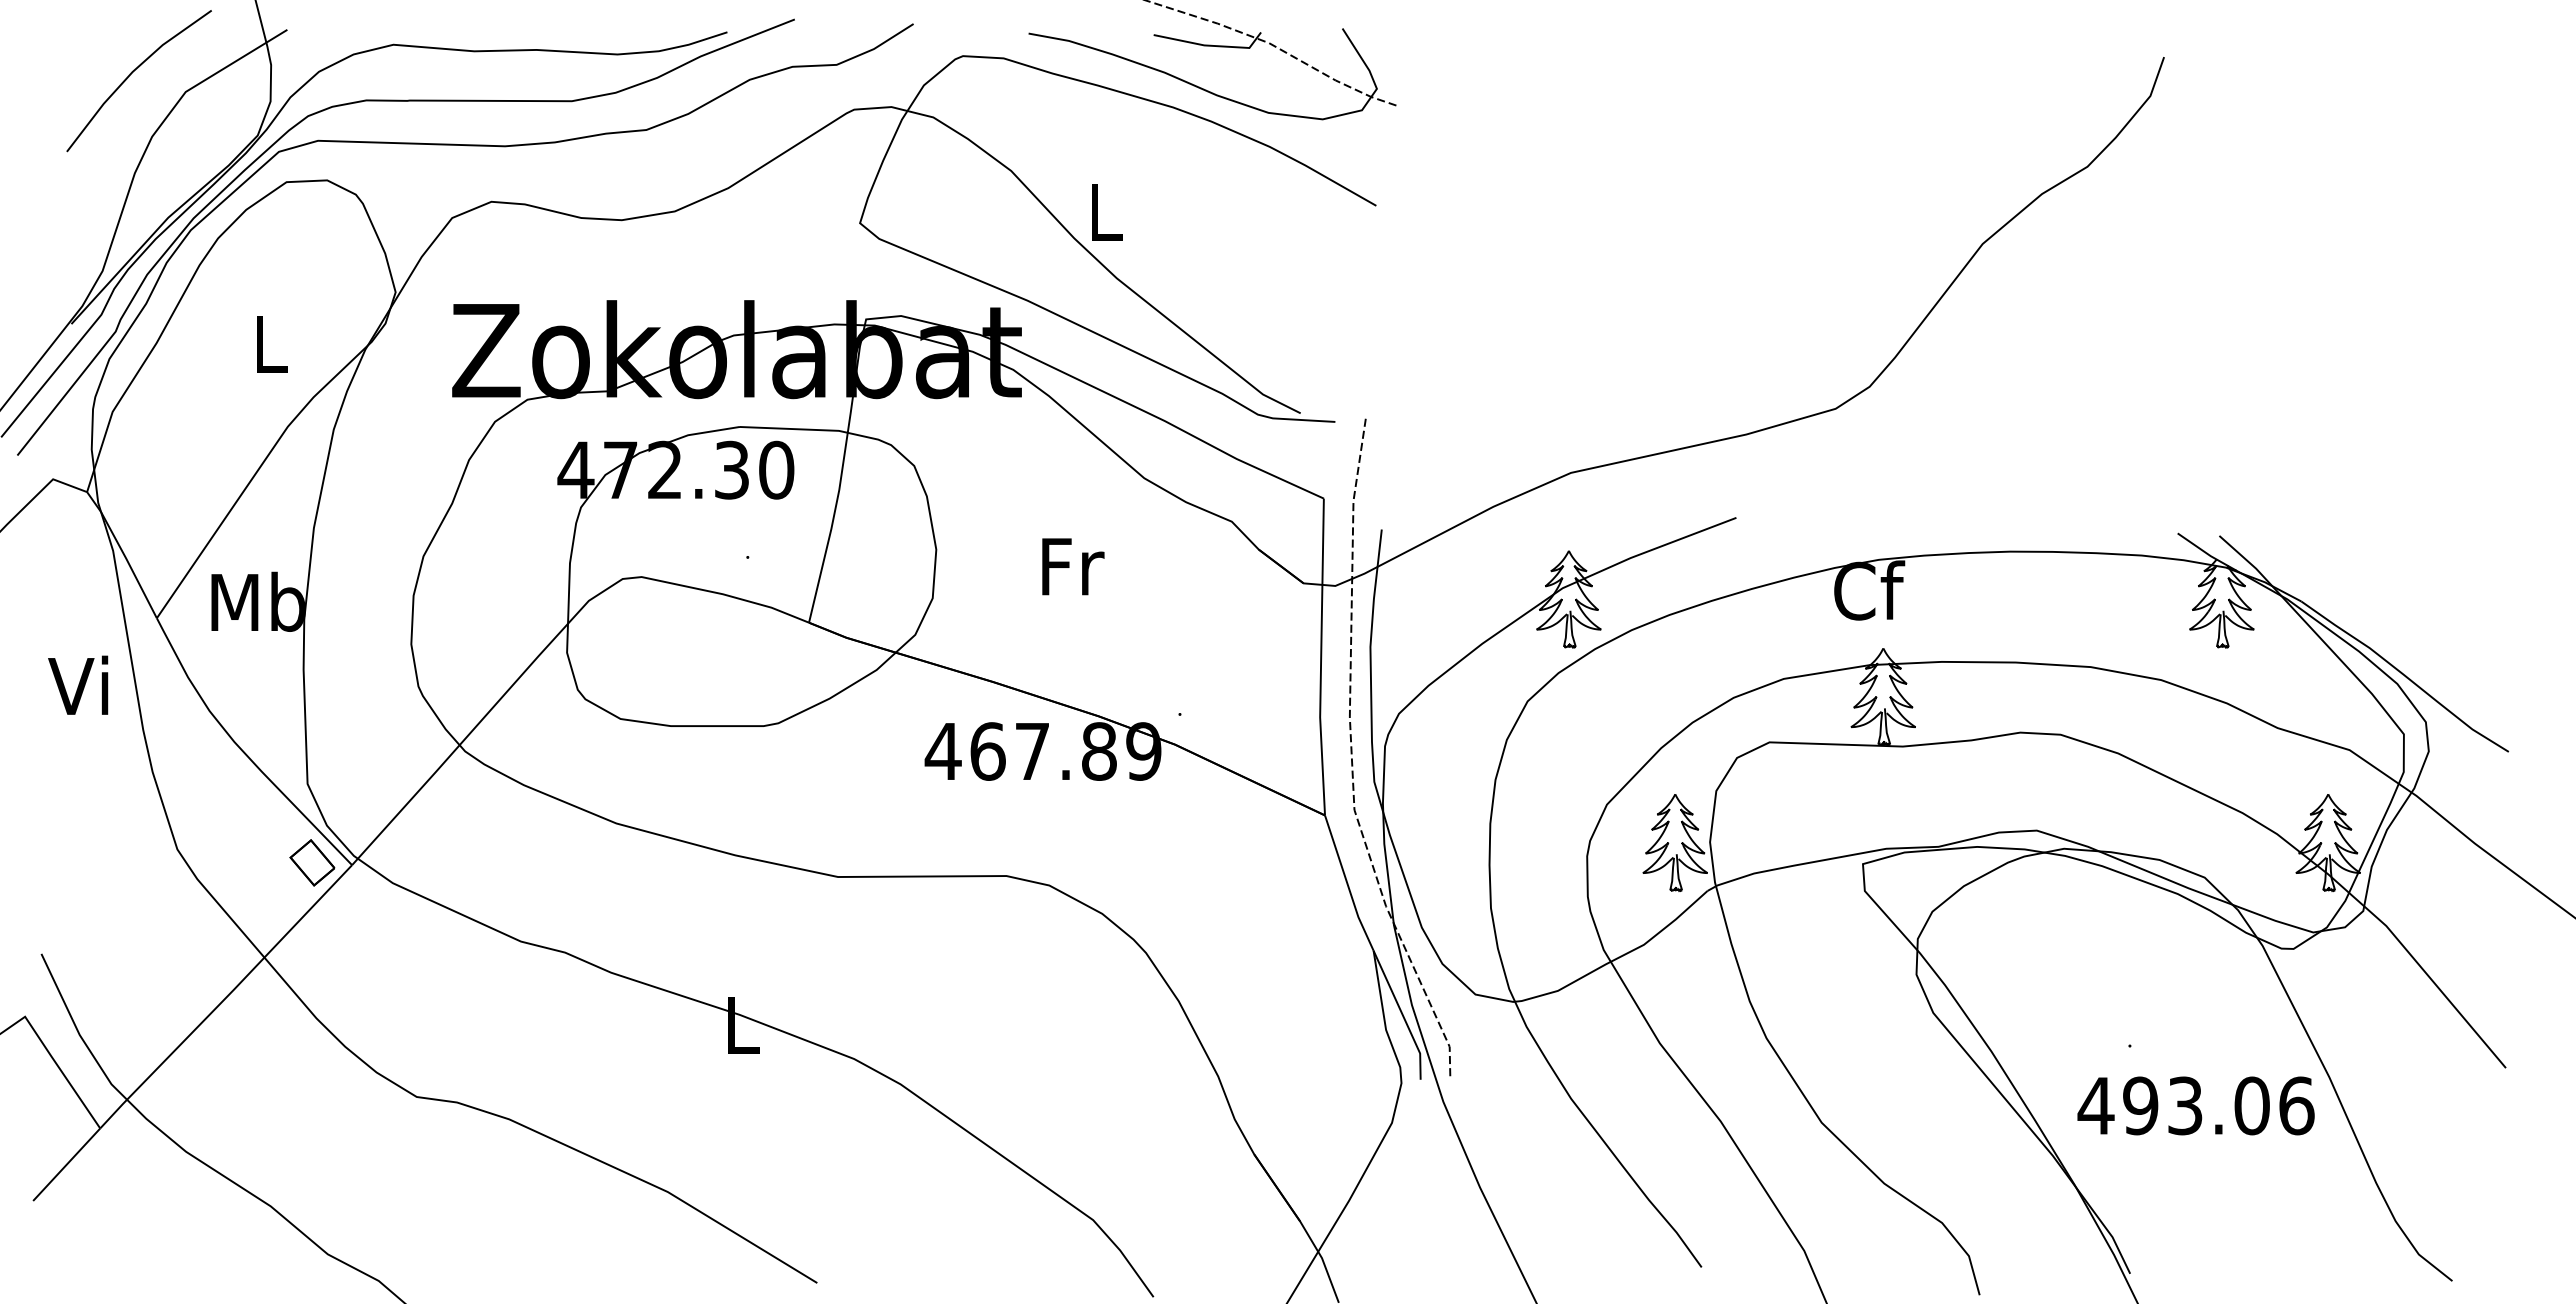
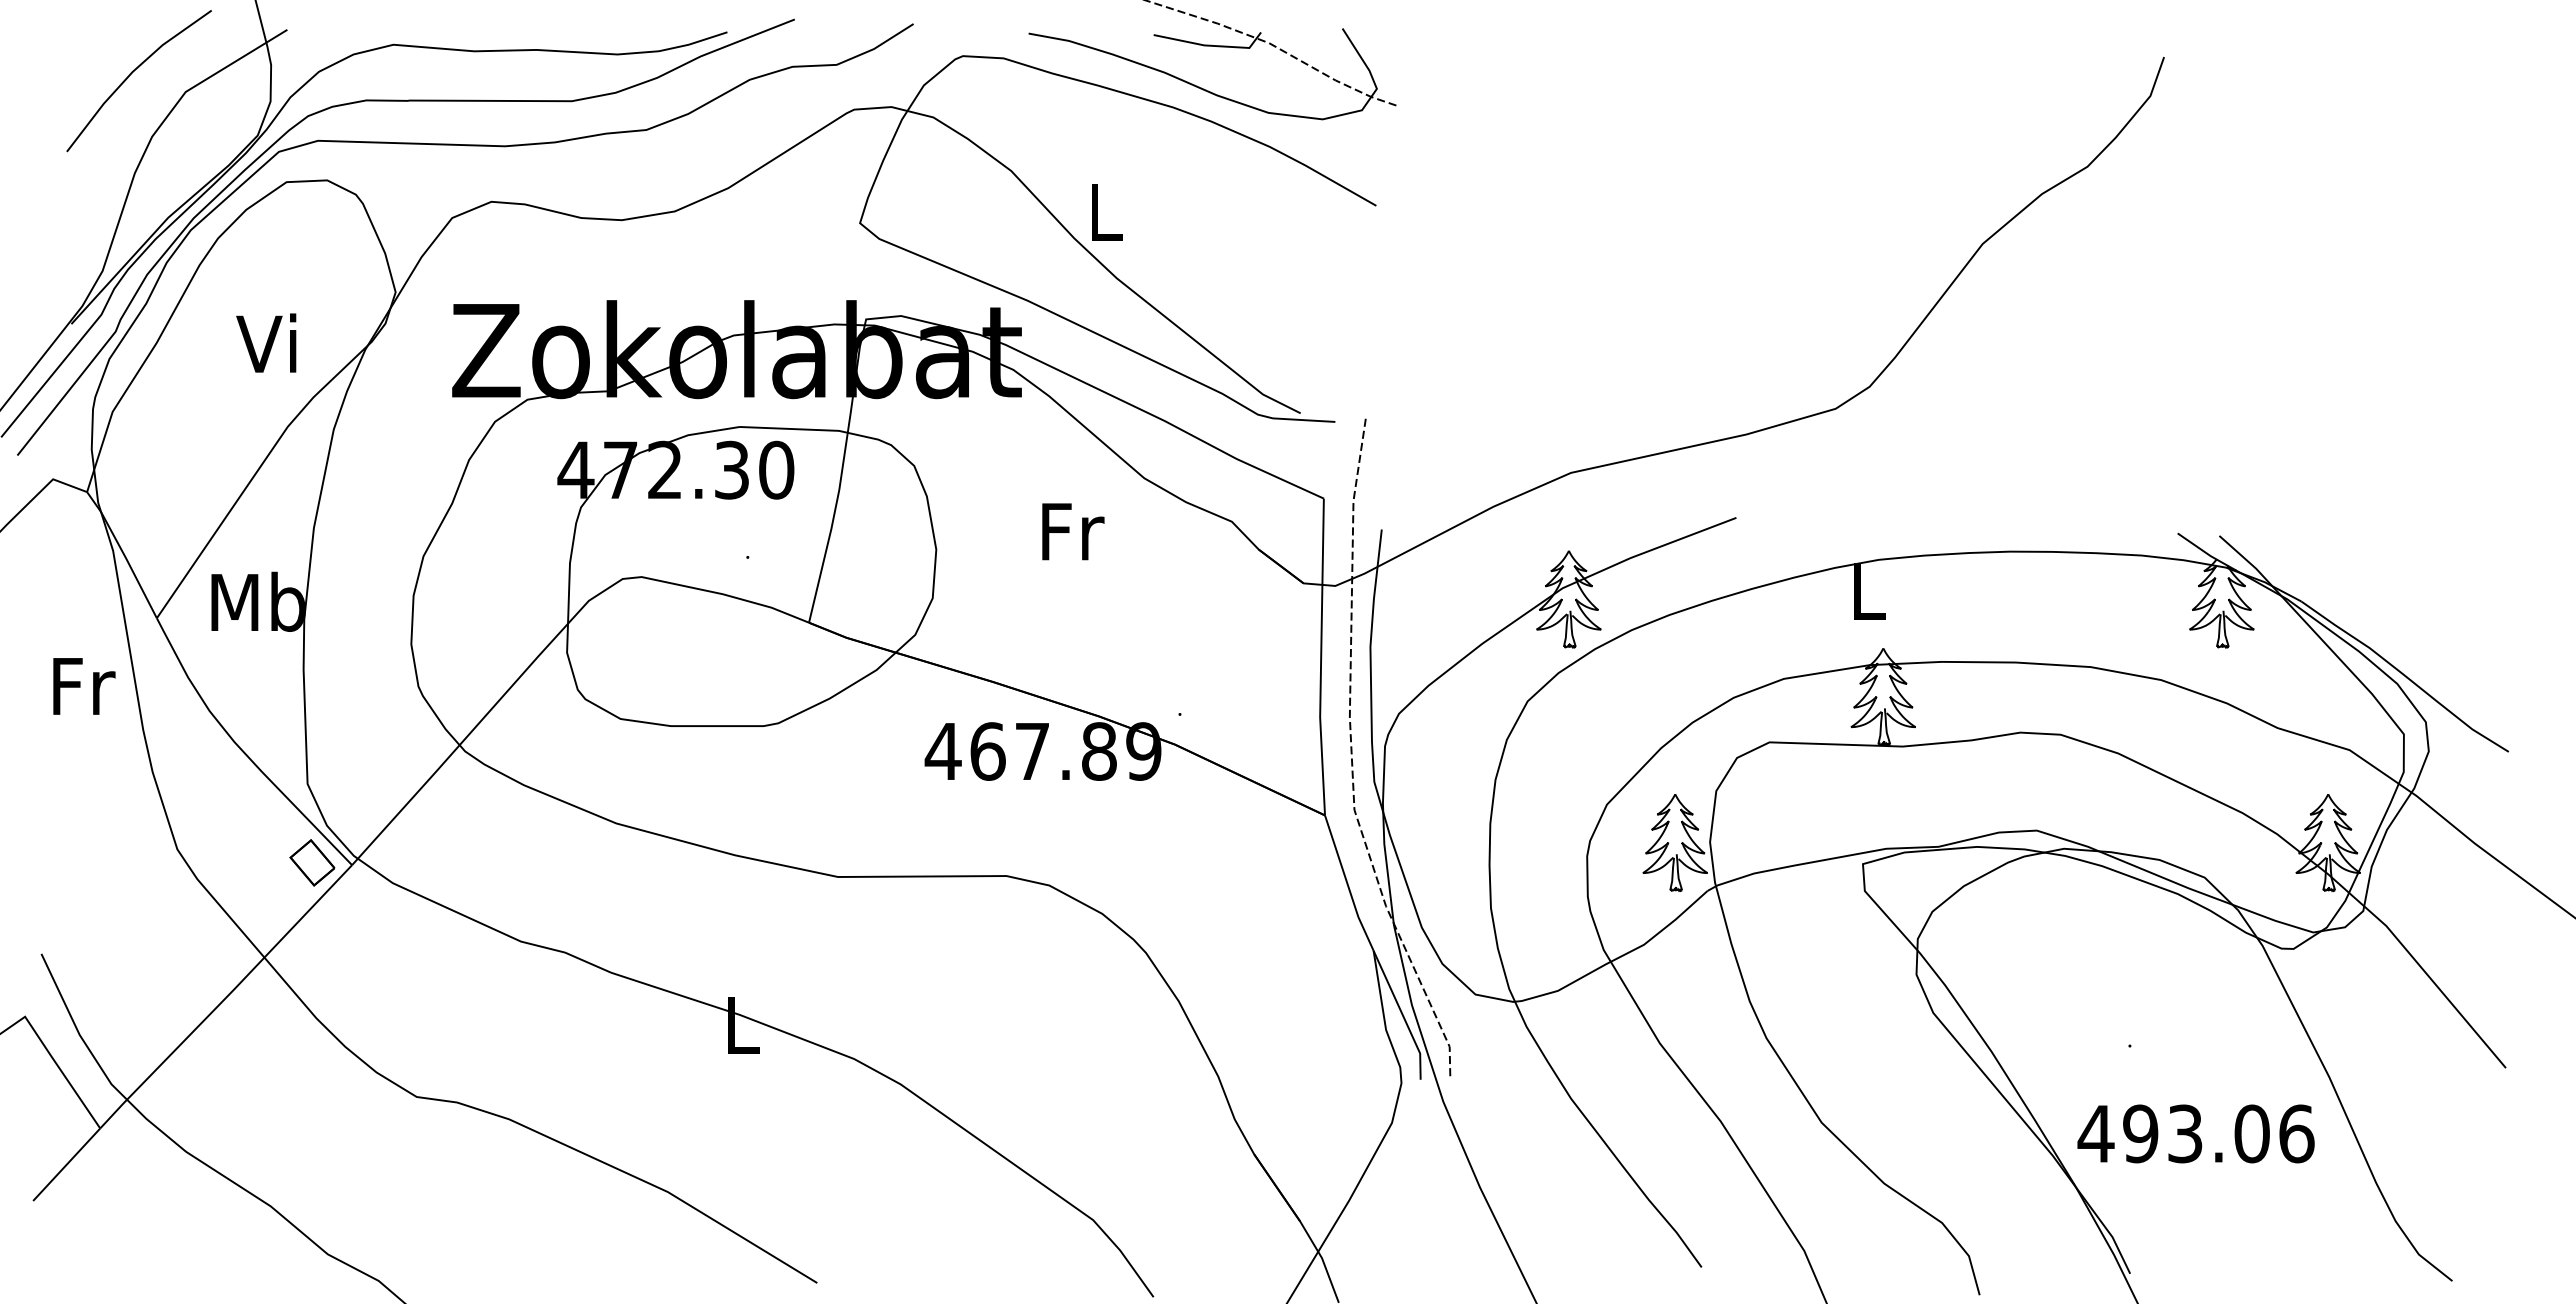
text at (266, 342): L -> Vi
text at (1073, 566) position: (1073, 566) -> (1073, 531)
text at (1869, 590): Cf -> L
text at (81, 684): Vi -> Fr
text at (2195, 1105) position: (2195, 1105) -> (2195, 1133)
